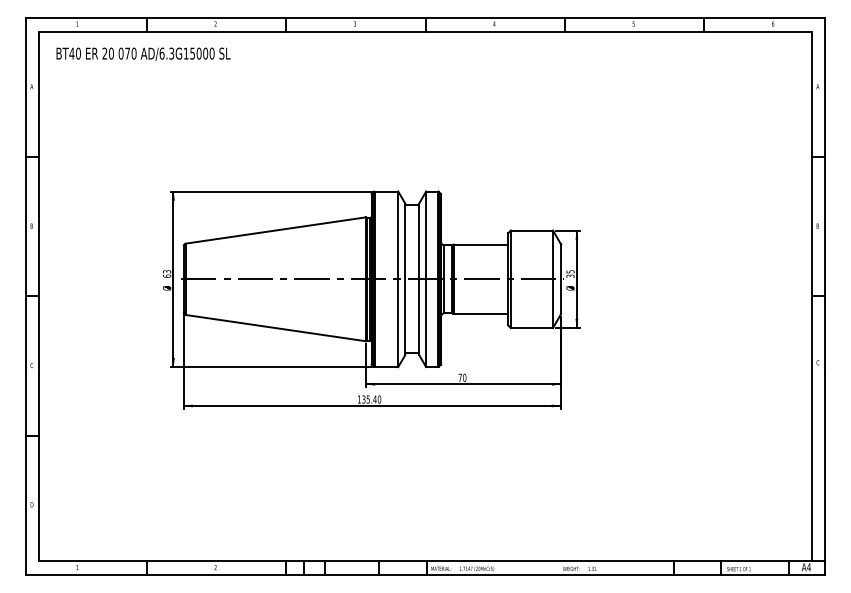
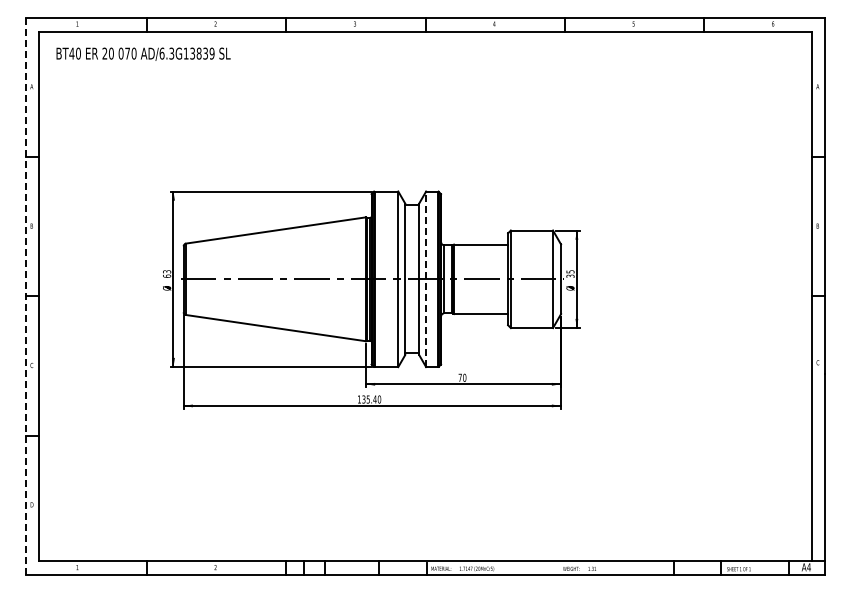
text at (202, 53): AD/6.3G15000 -> AD/6.3G13839
line at (426, 279): solid -> dashed
line at (25, 296): solid -> dashed
